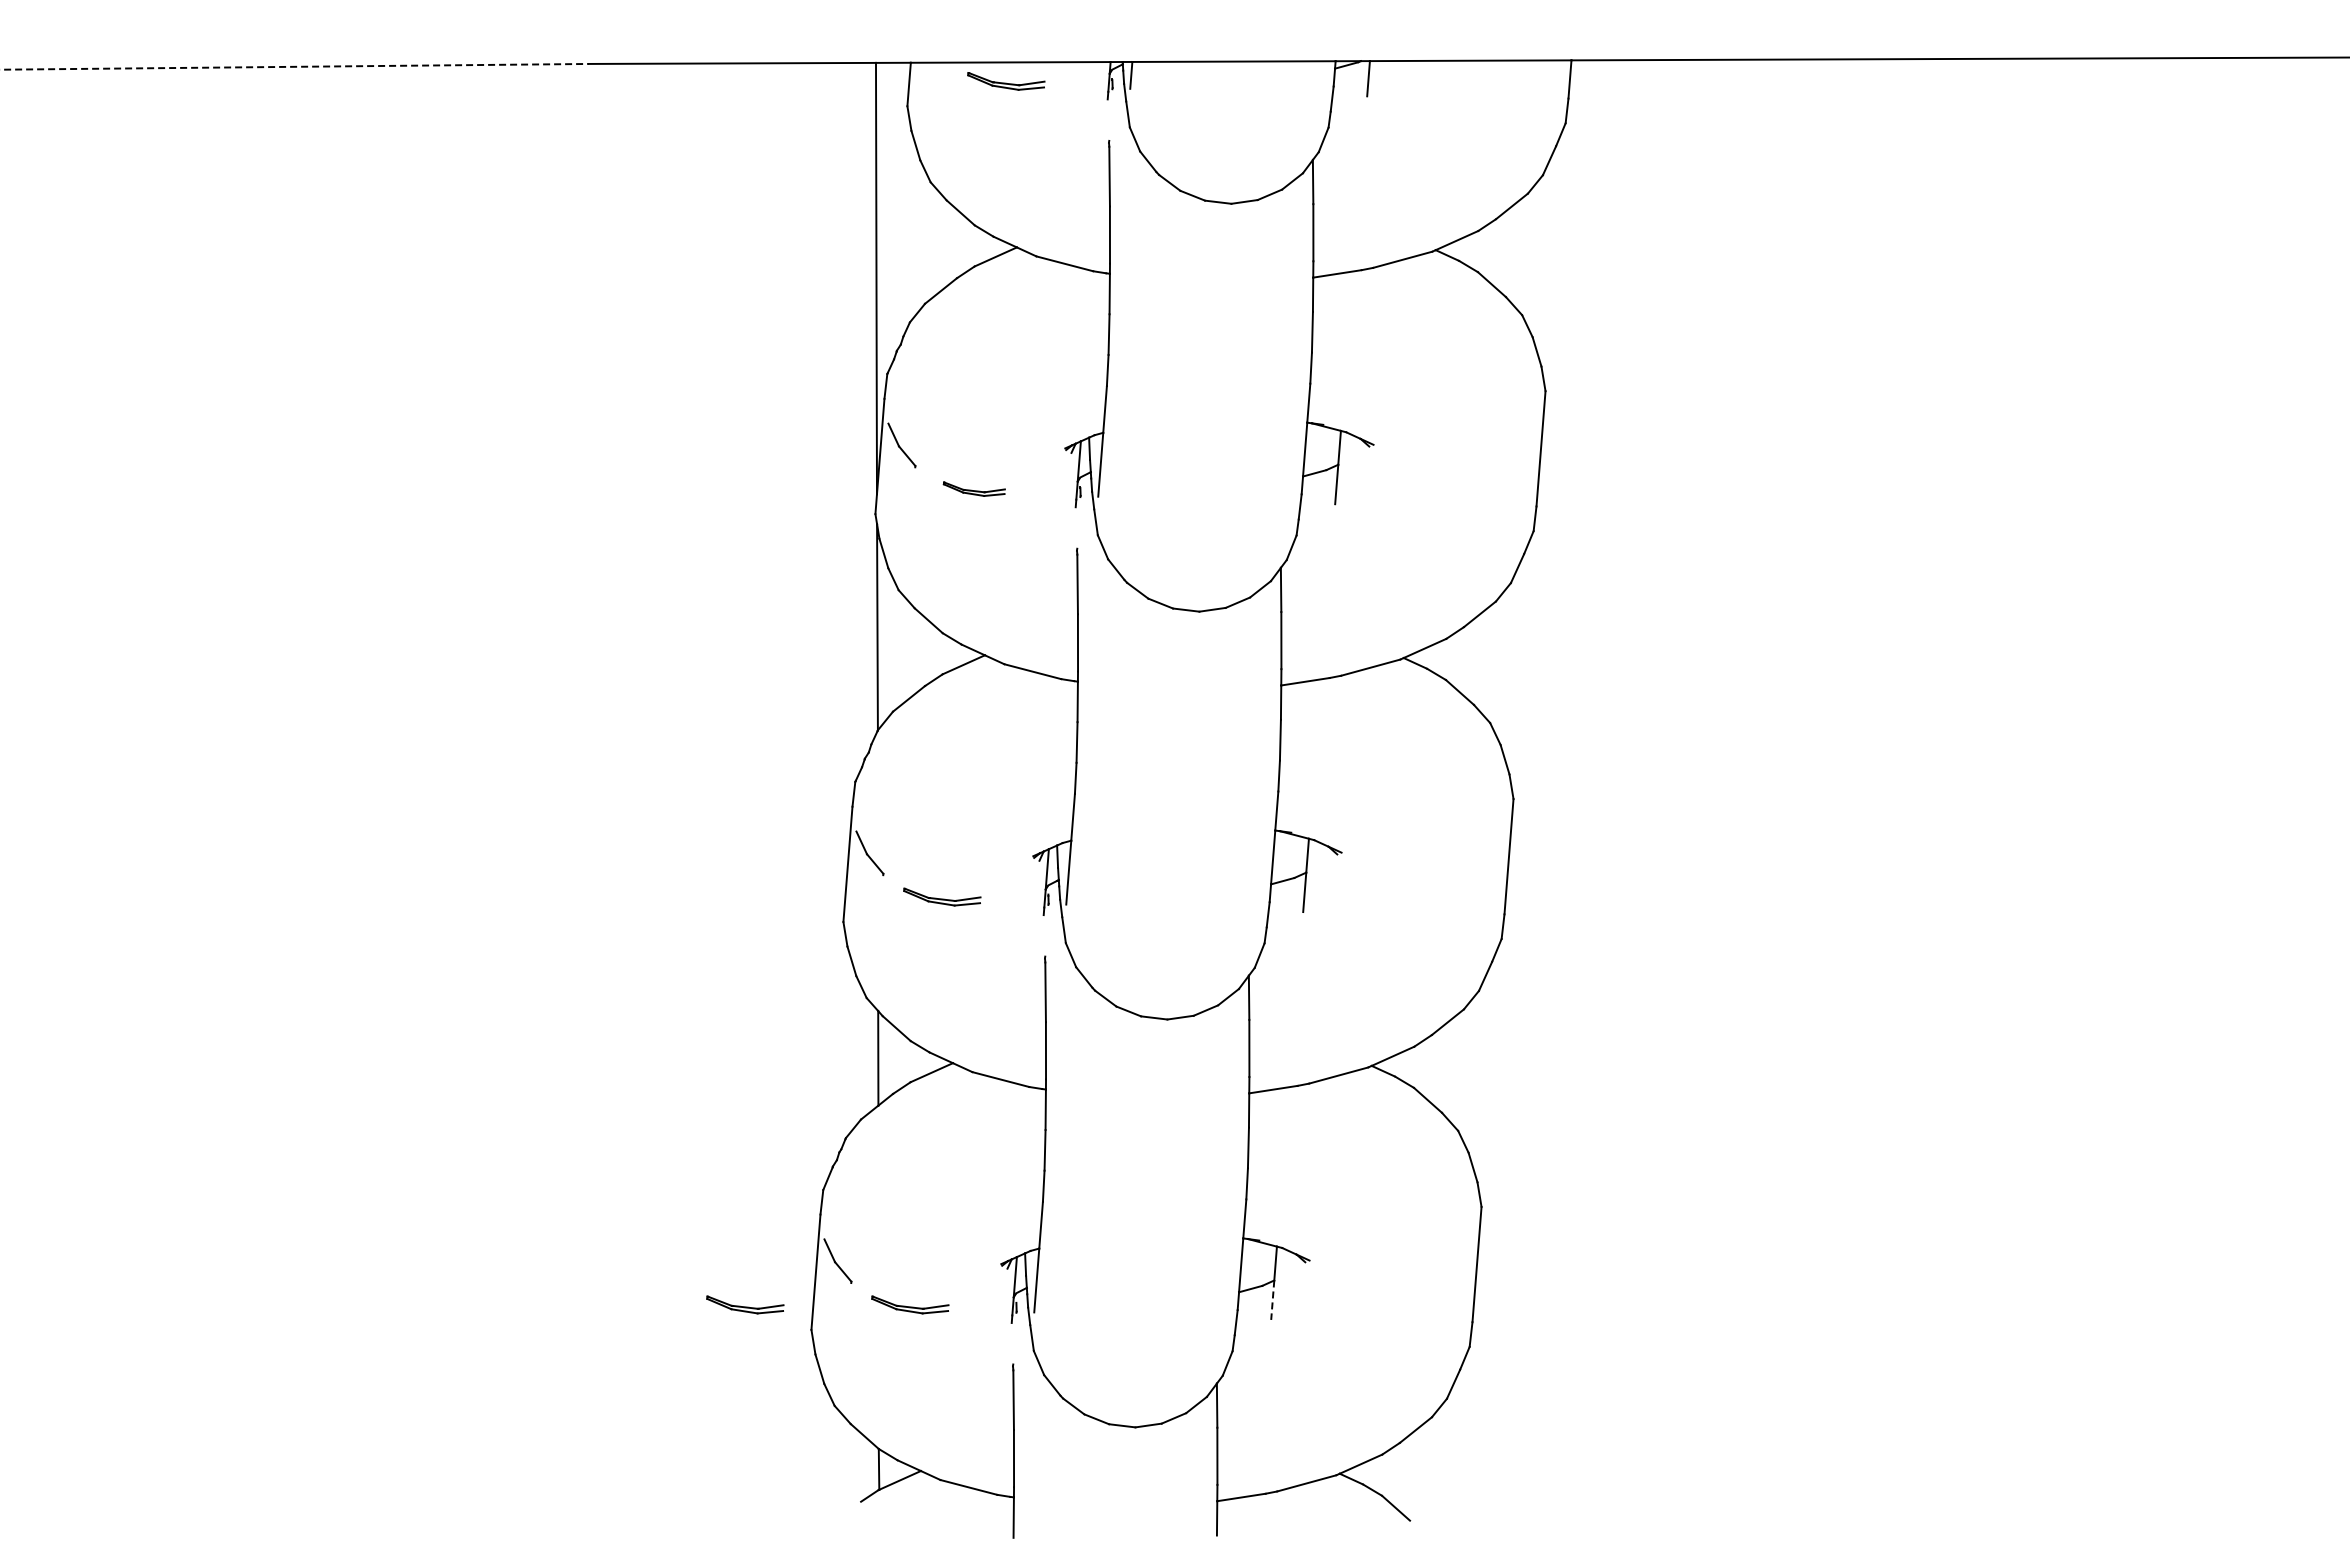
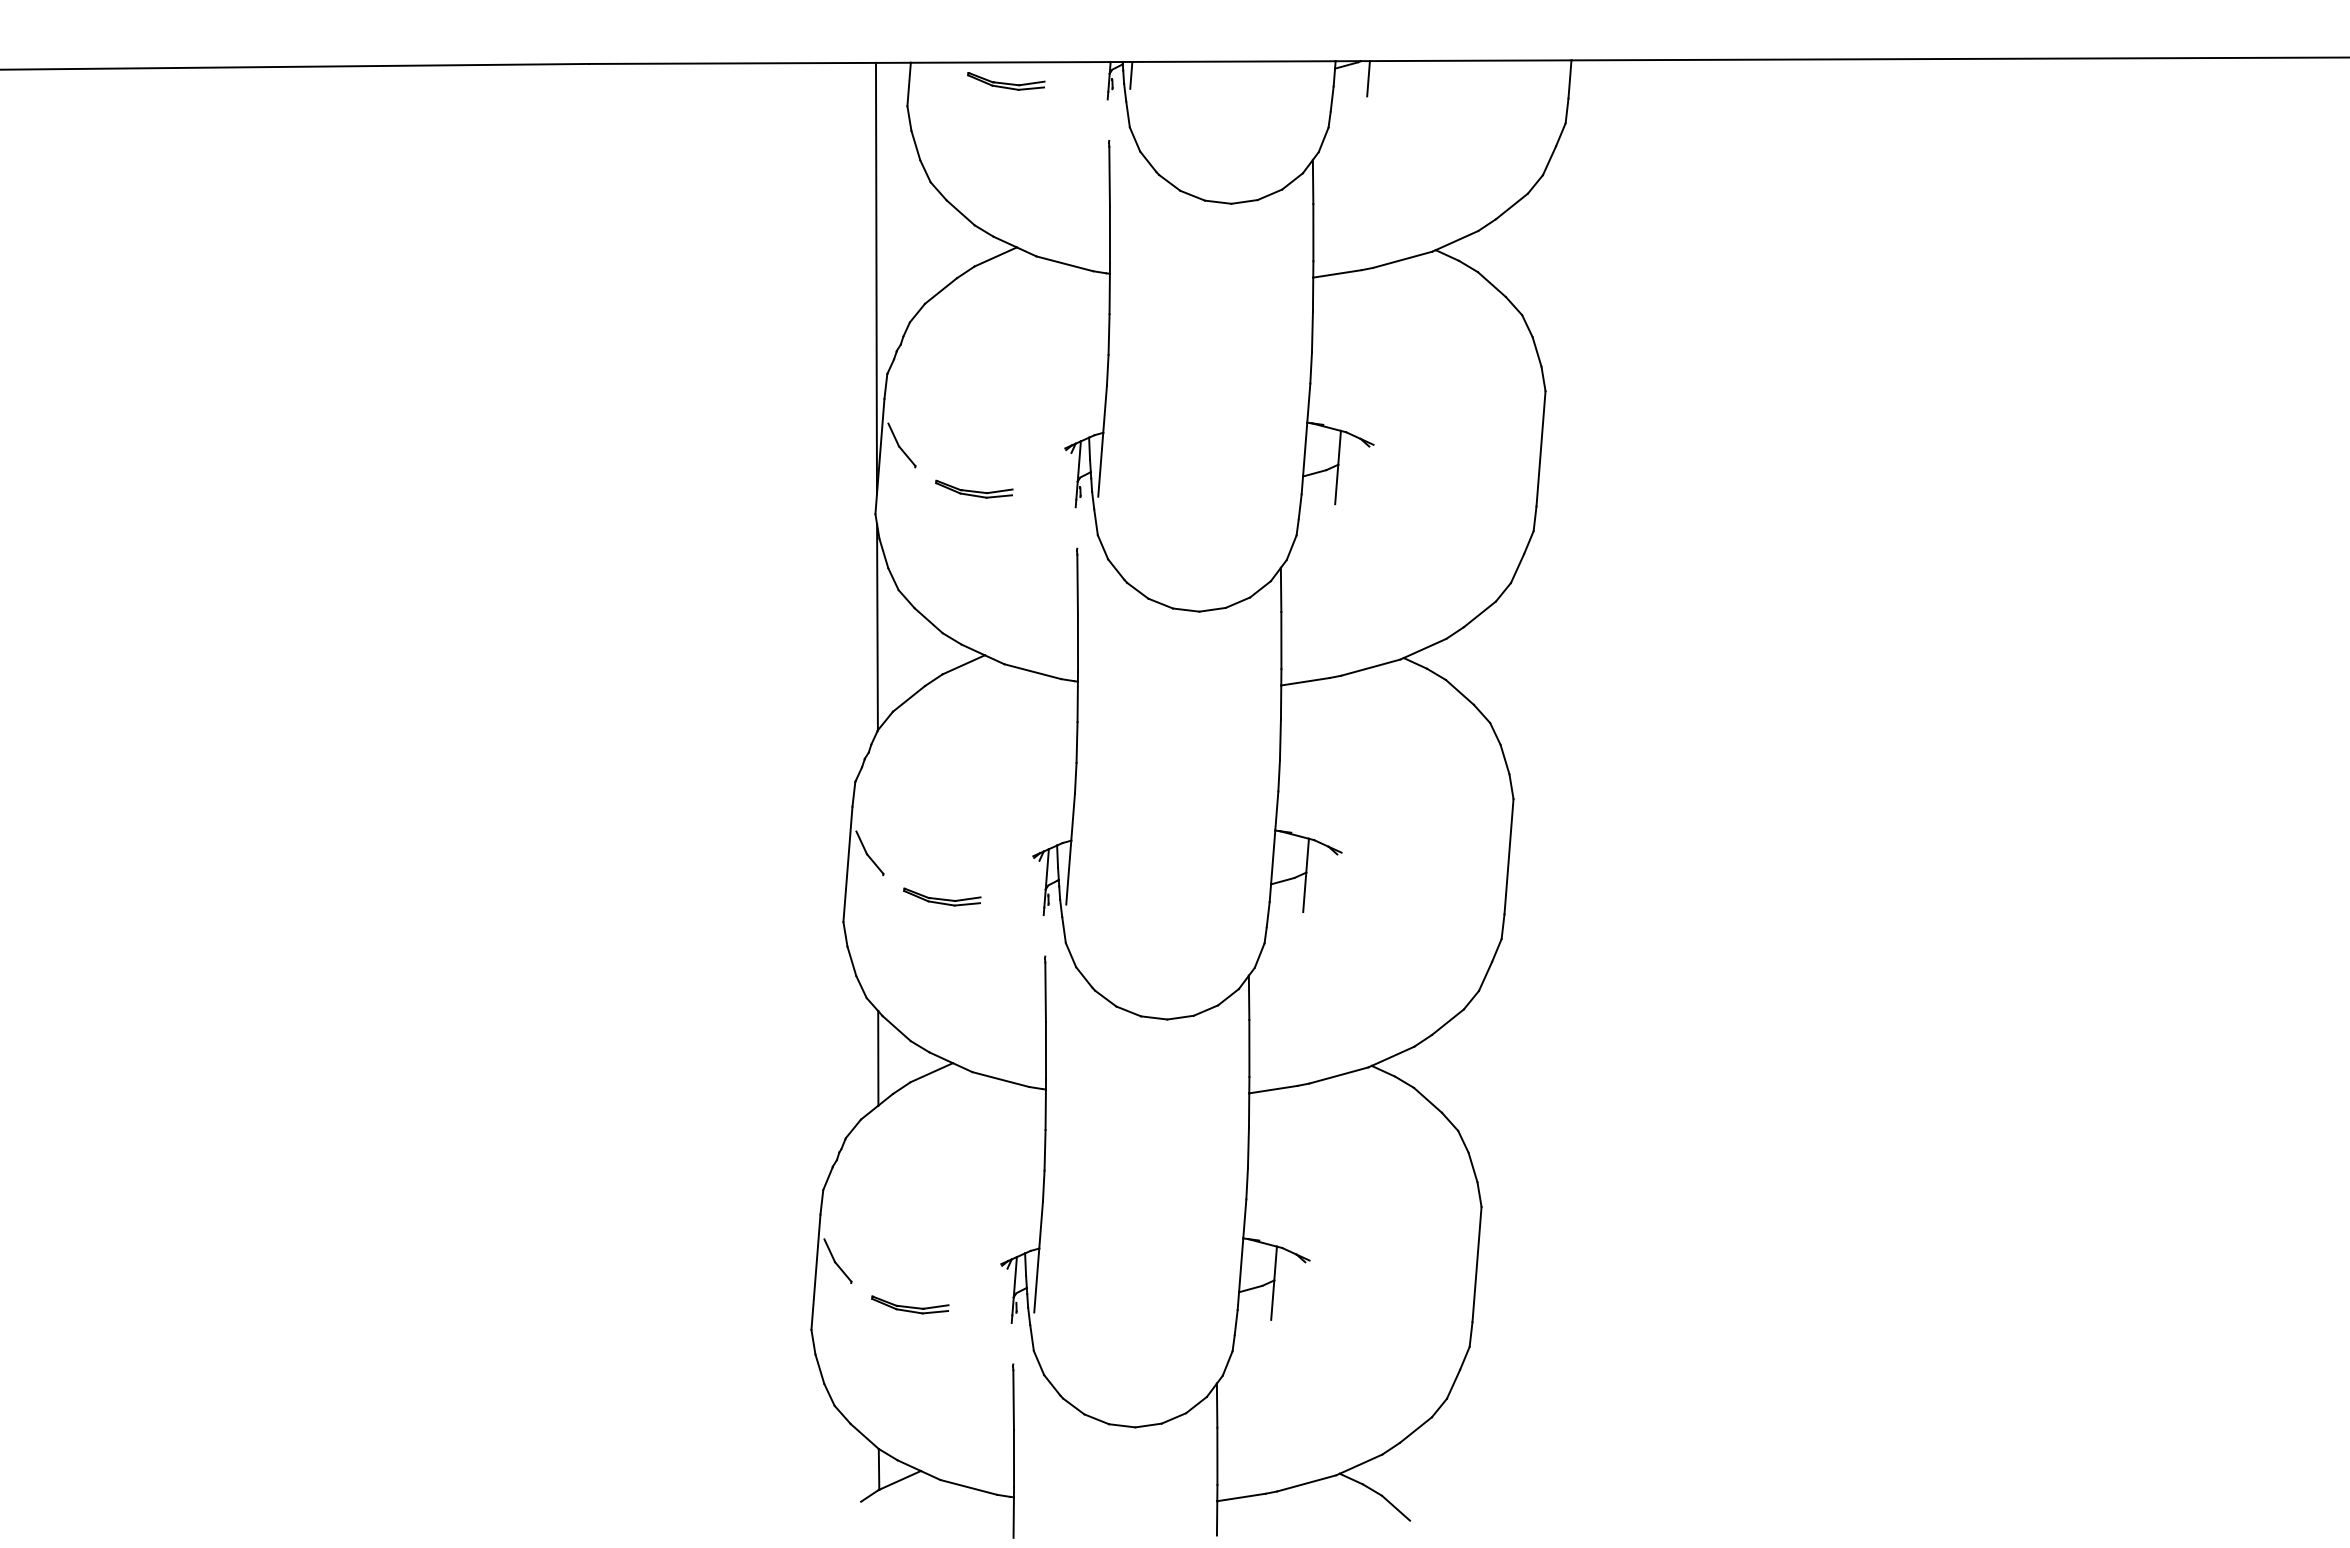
line at (295, 66): dashed -> solid
part at (973, 488) size: 64x16 px -> 79x20 px
line at (1272, 1300): dashed -> solid
part at (745, 1304): present -> none
